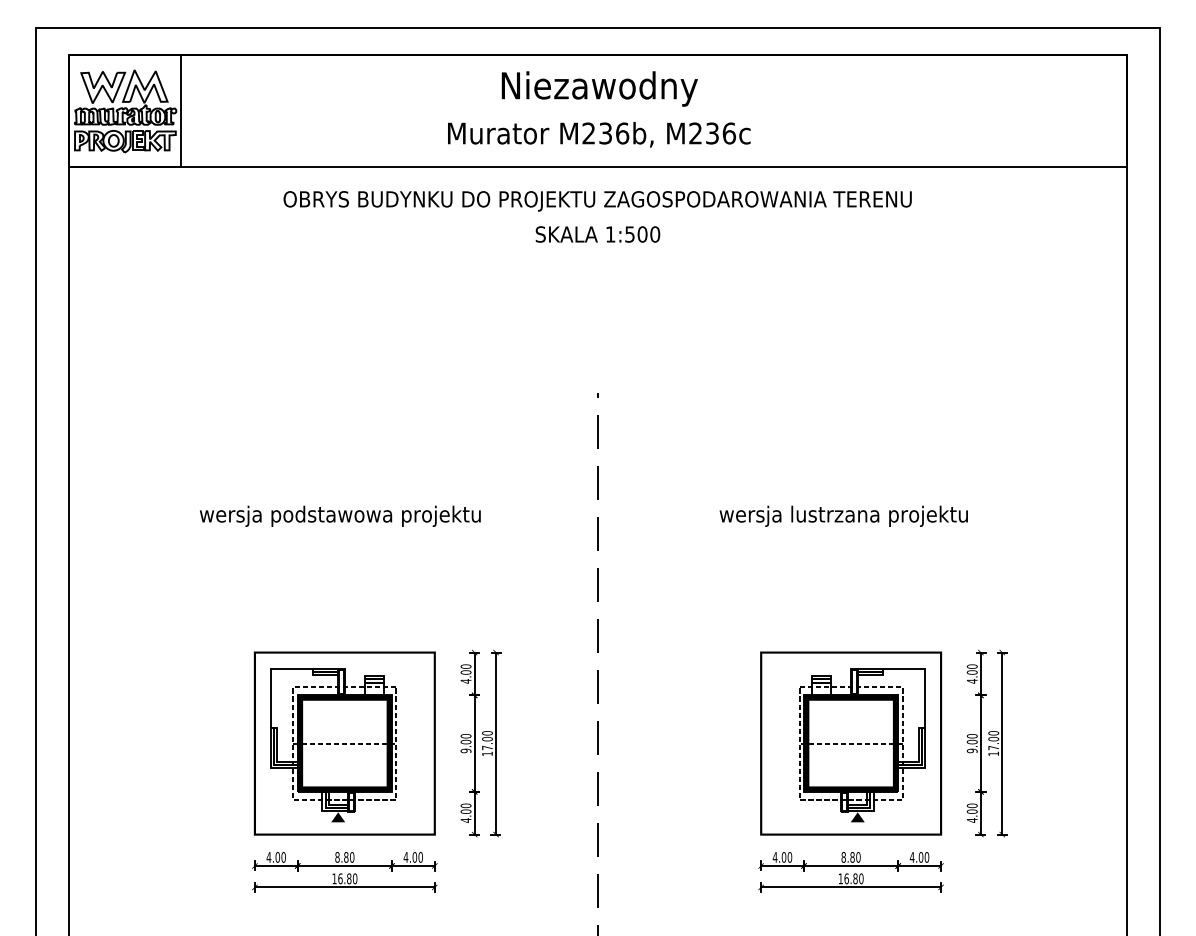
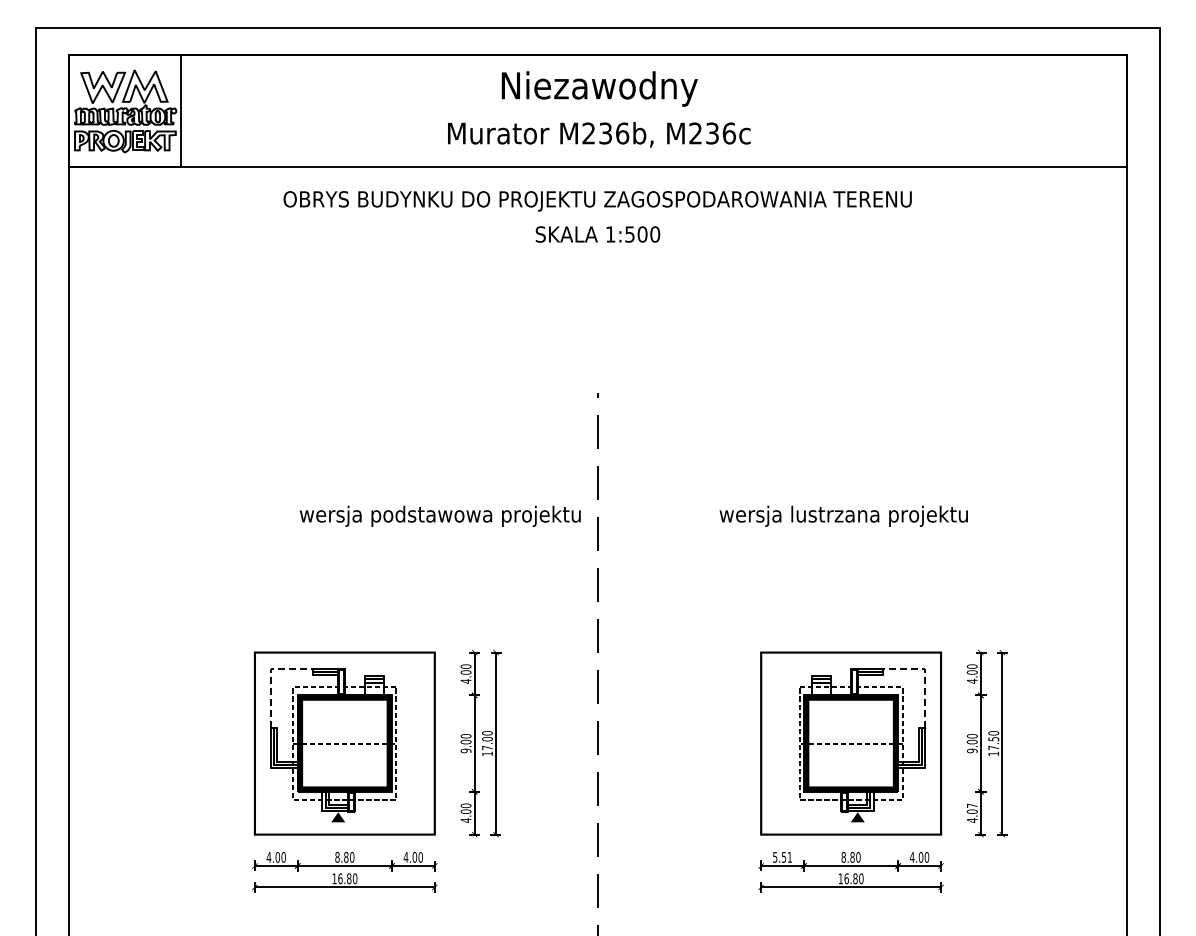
text at (339, 515) position: (339, 515) -> (439, 515)
line at (271, 676): solid -> dashed
line at (924, 676): solid -> dashed
text at (993, 738): 17.00 -> 17.50
text at (971, 805): 4.00 -> 4.07
text at (782, 857): 4.00 -> 5.51
